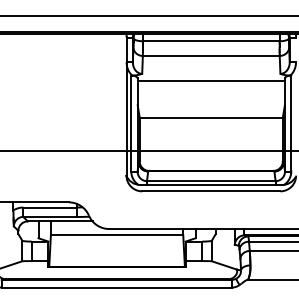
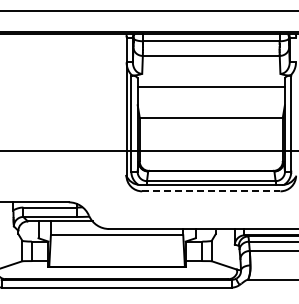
line at (148, 16) position: (148, 16) -> (148, 11)
line at (210, 81) position: (210, 81) -> (210, 87)
line at (211, 191): solid -> dashed
